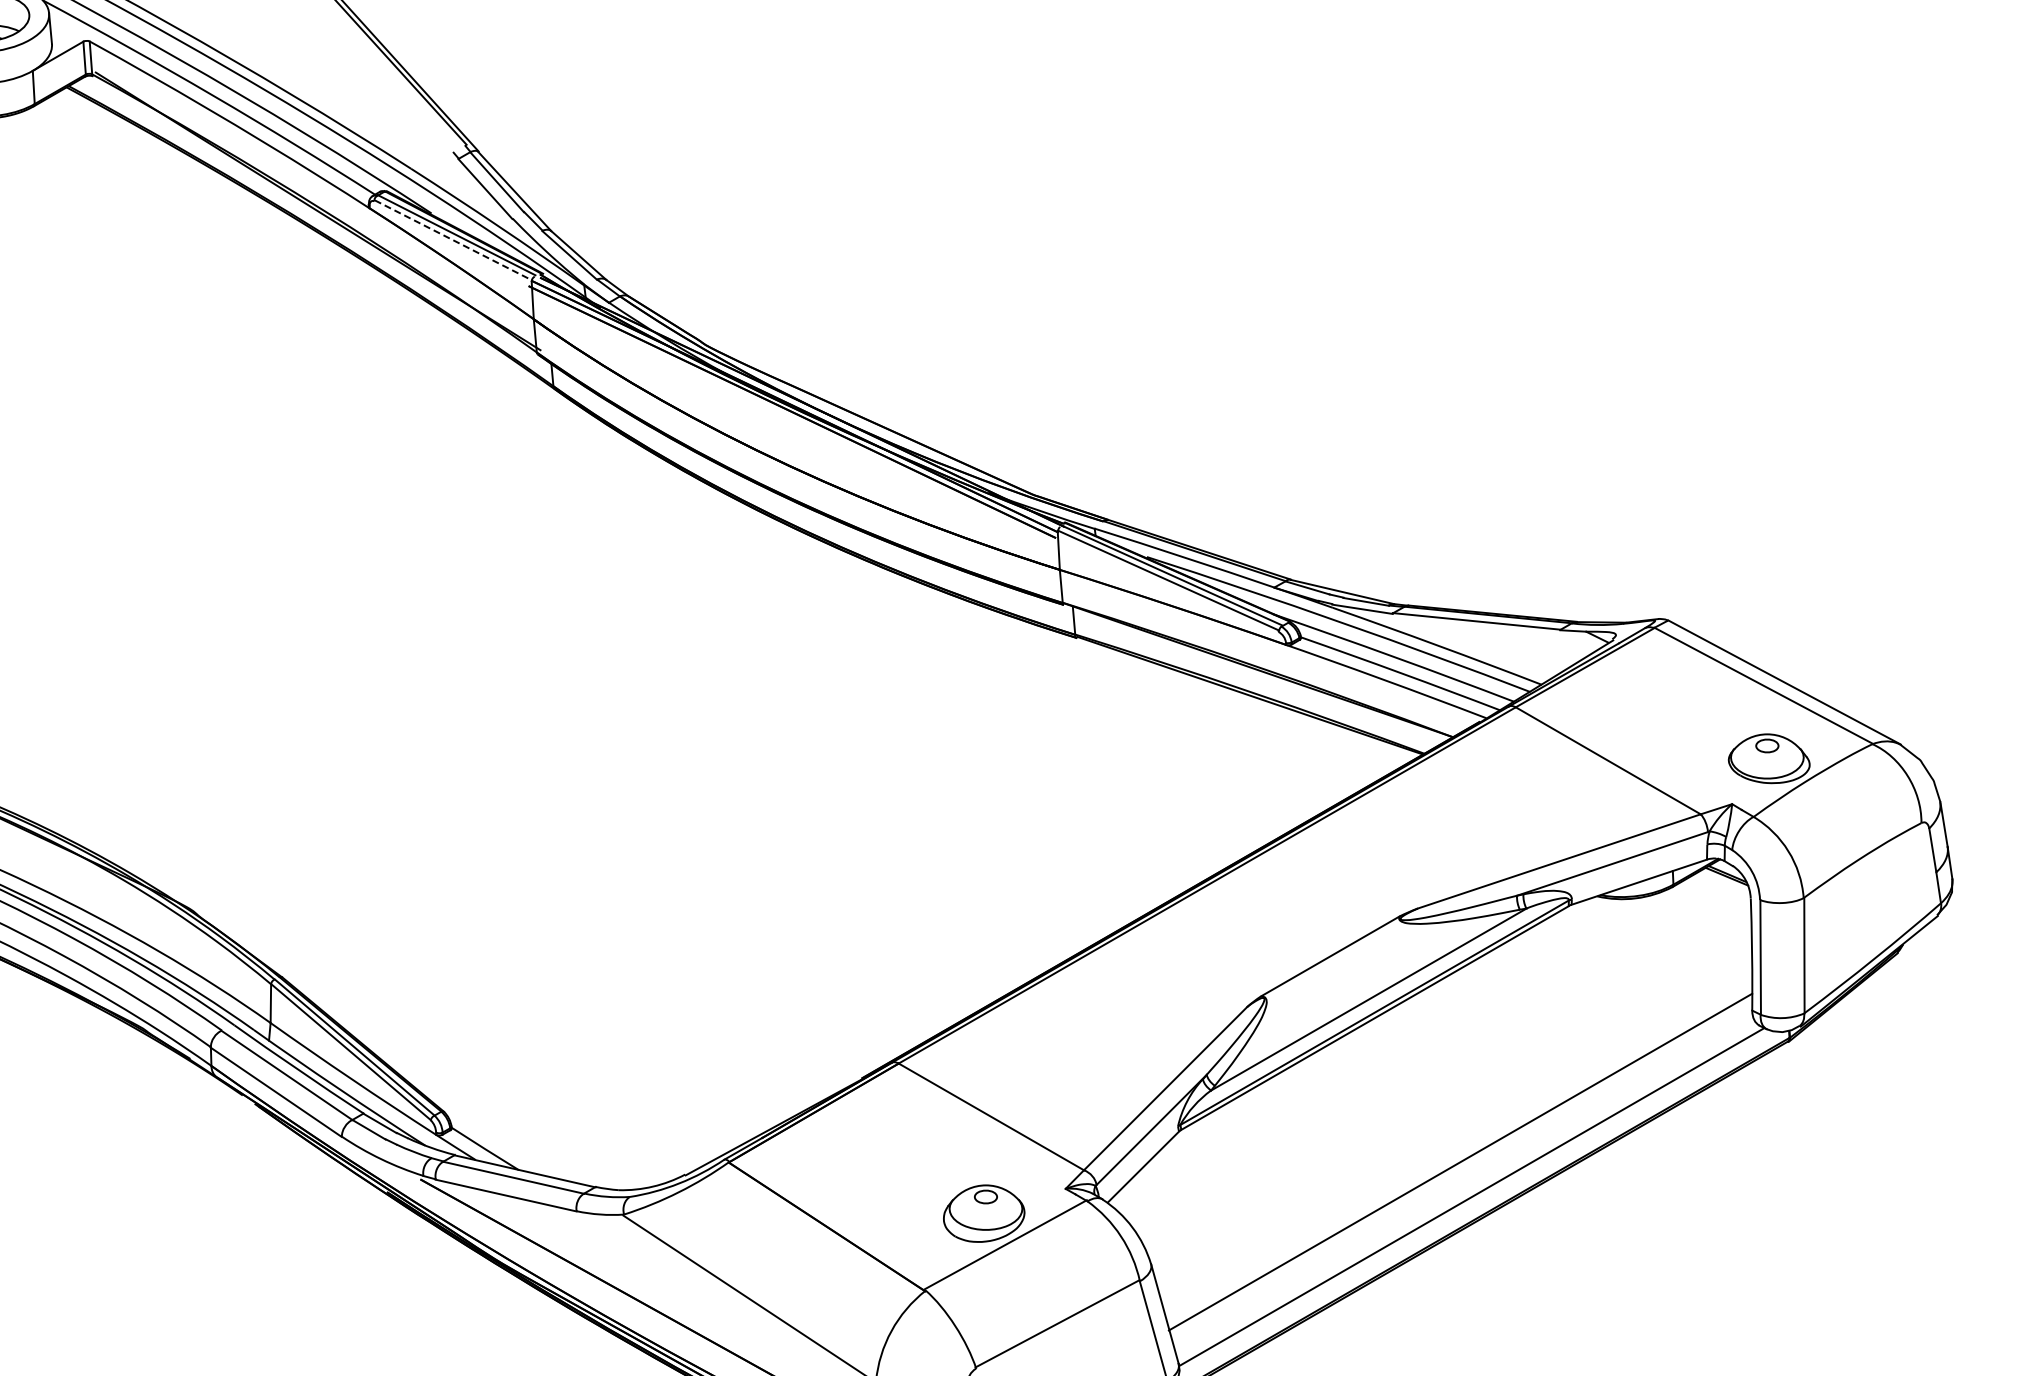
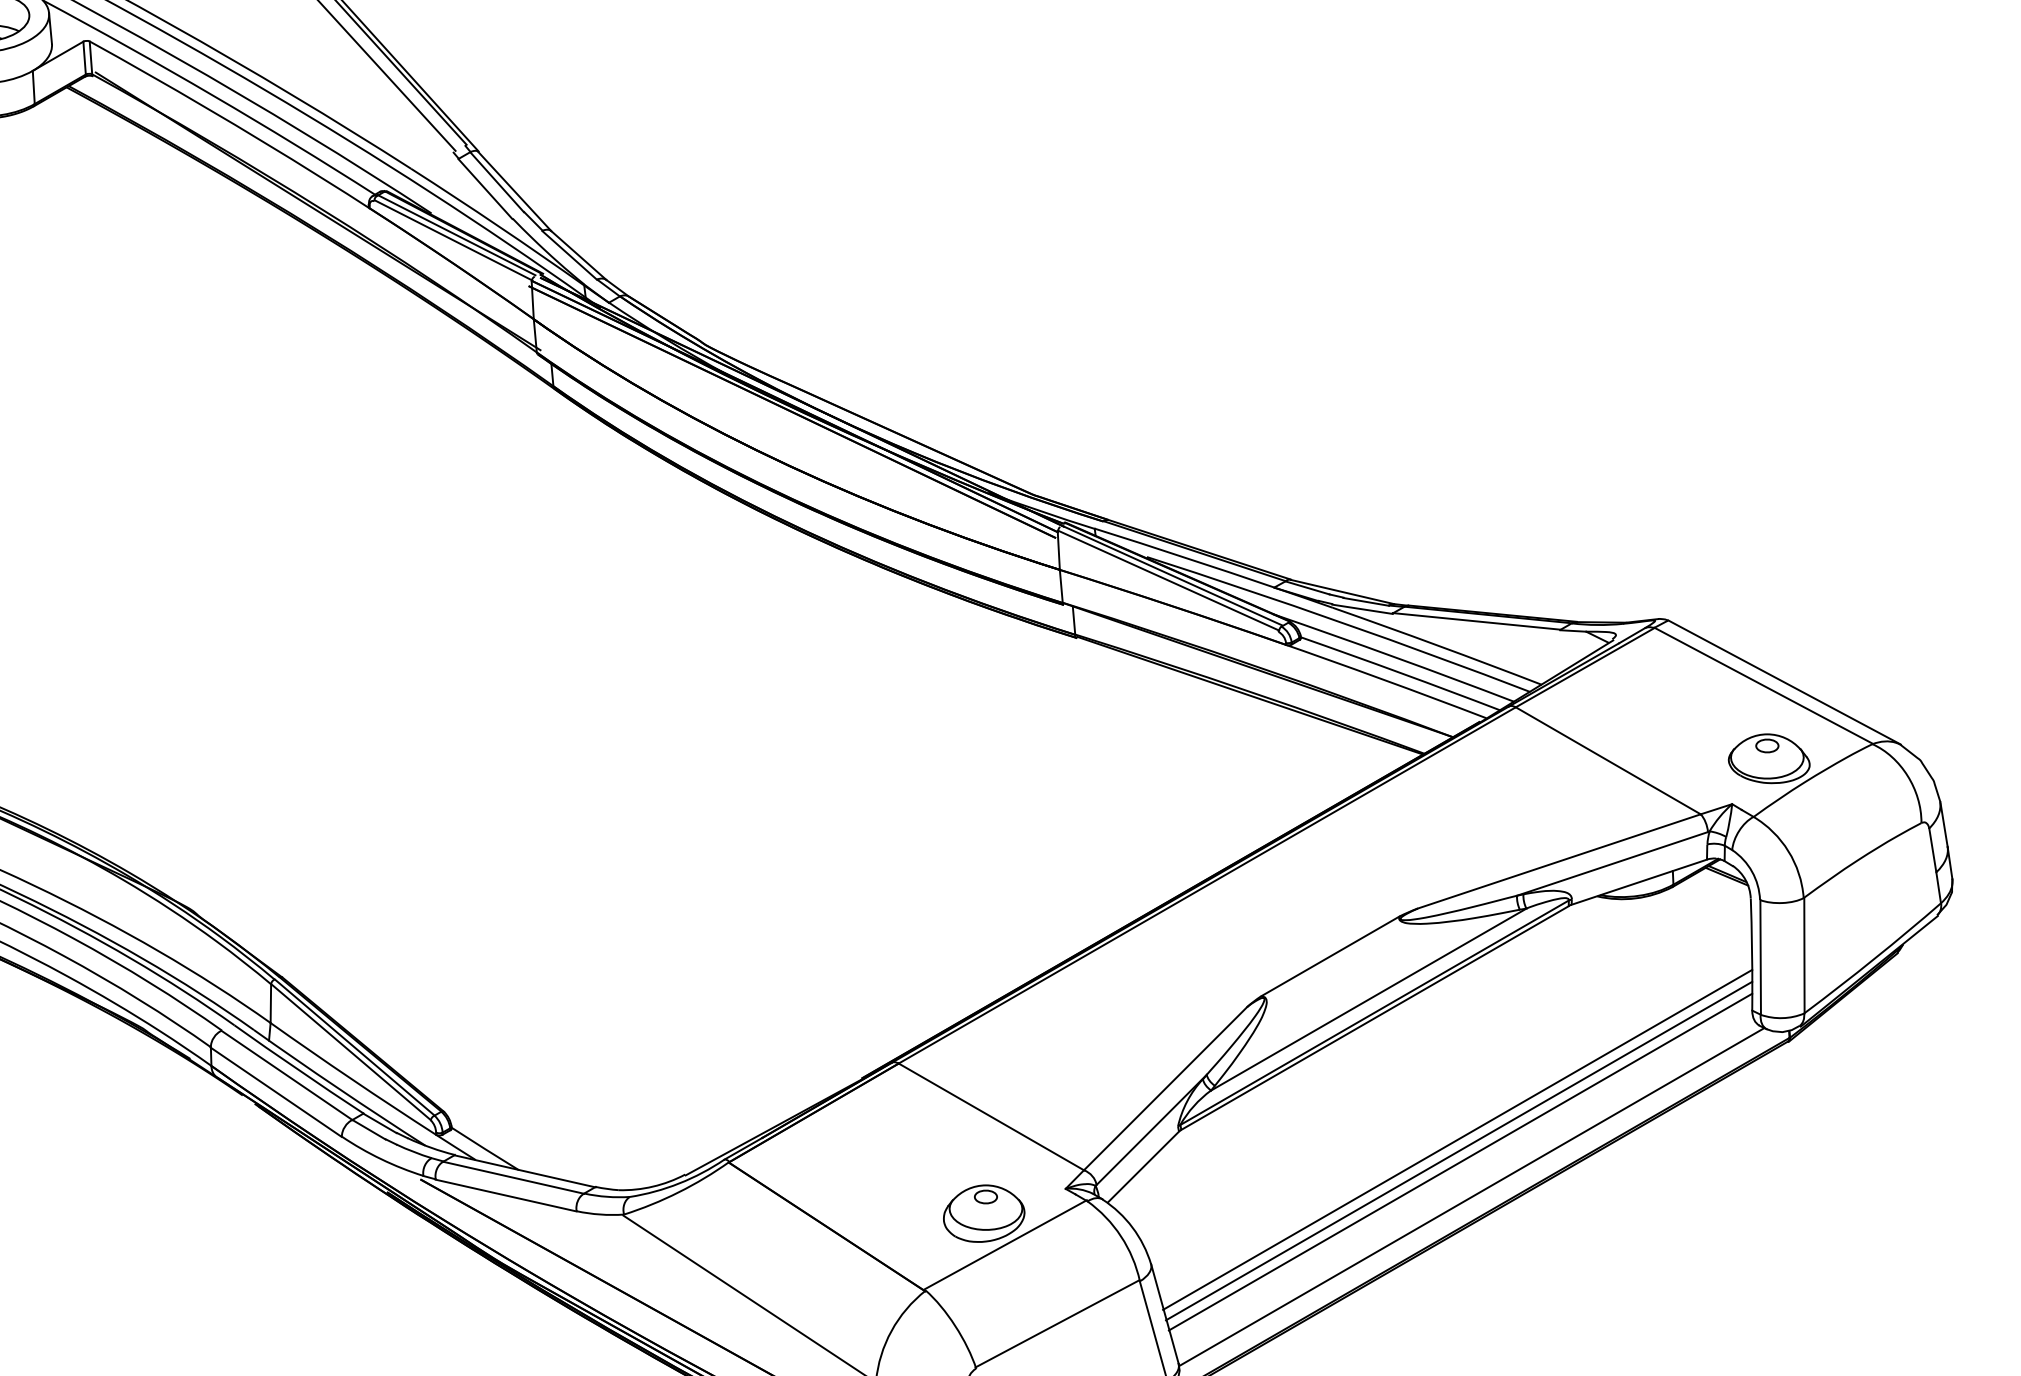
line at (387, 76): none -> present
line at (454, 240): dashed -> solid
line at (1457, 1139): none -> present
line at (1458, 1150): none -> present
